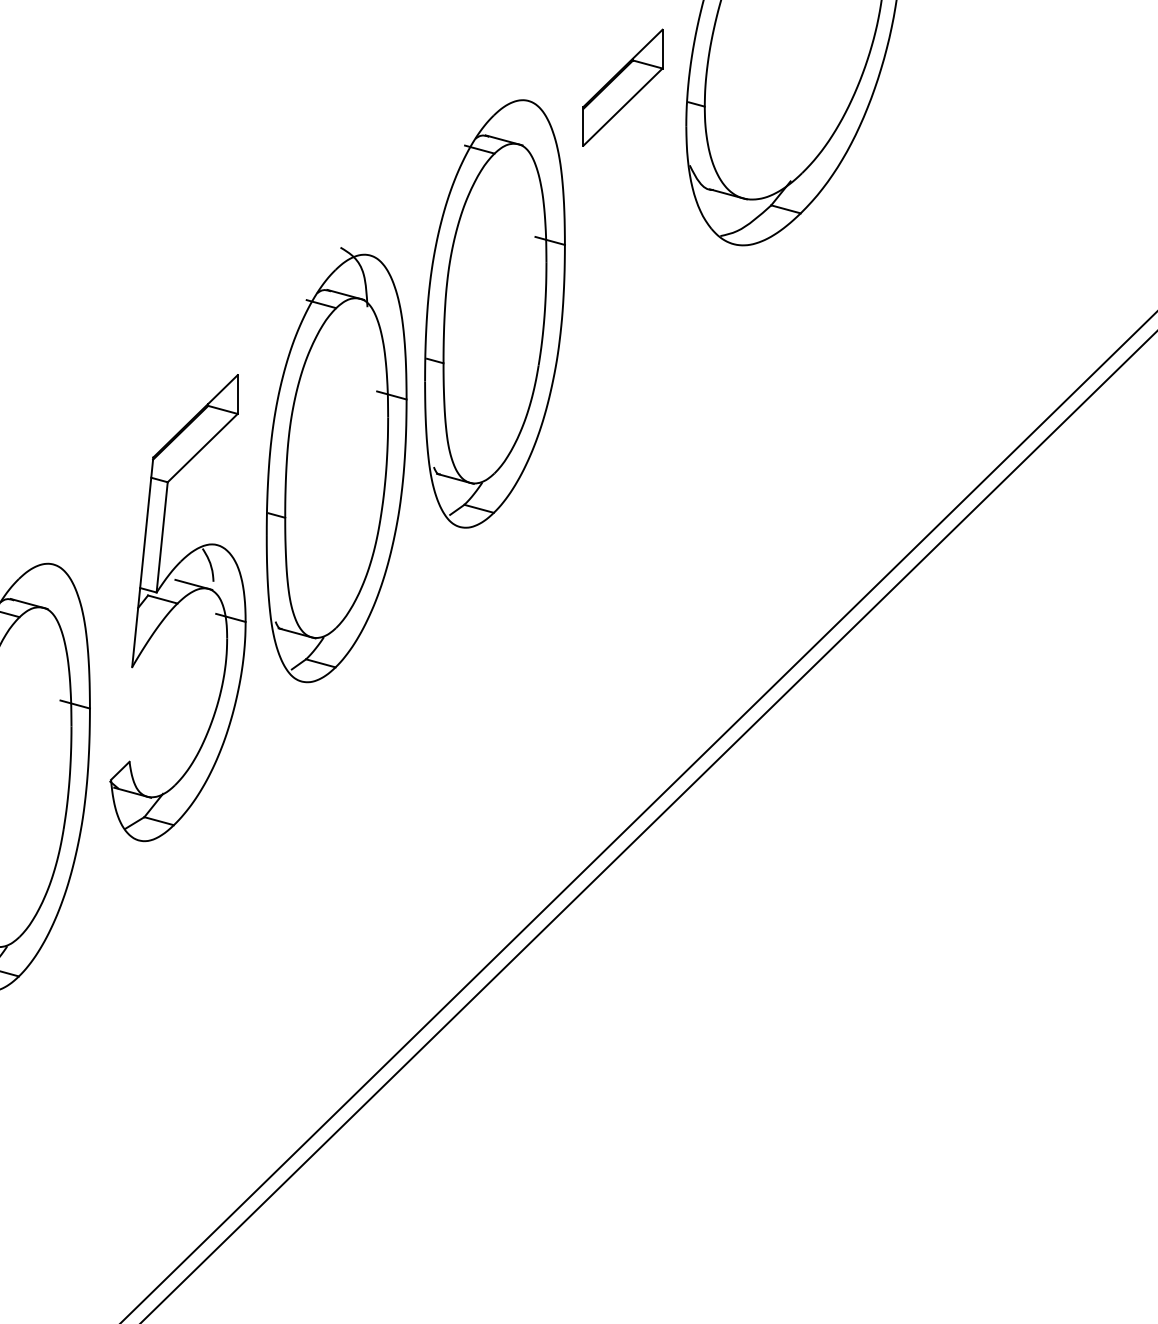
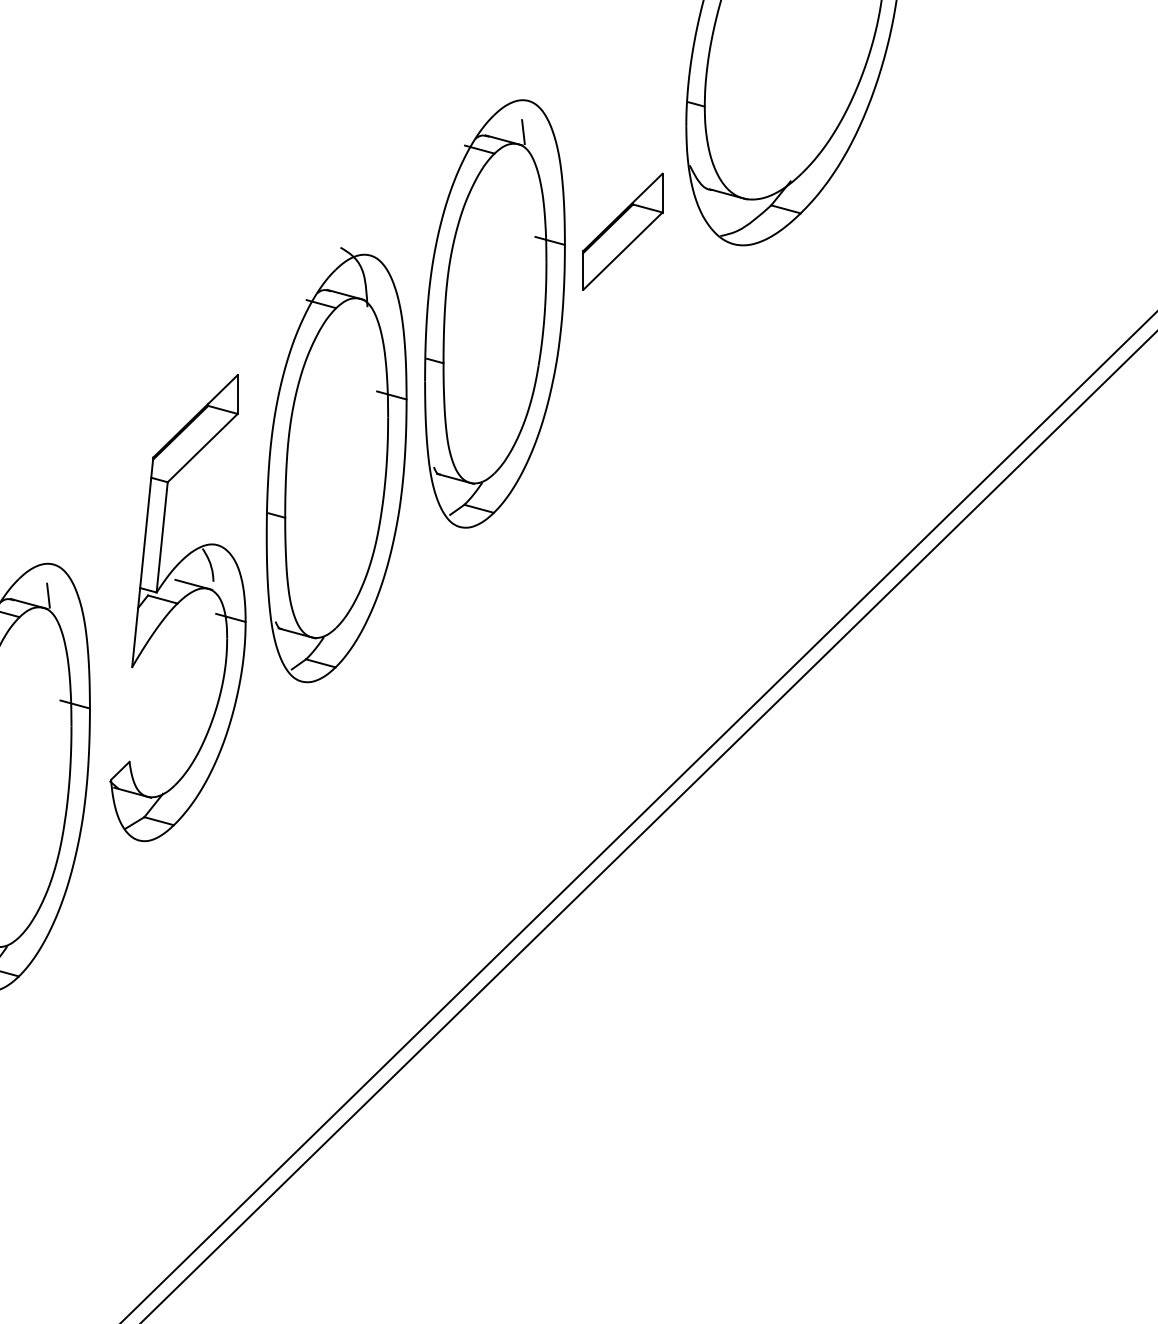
part at (622, 87) position: (622, 87) -> (622, 231)
line at (523, 132): none -> present
line at (48, 595): none -> present
